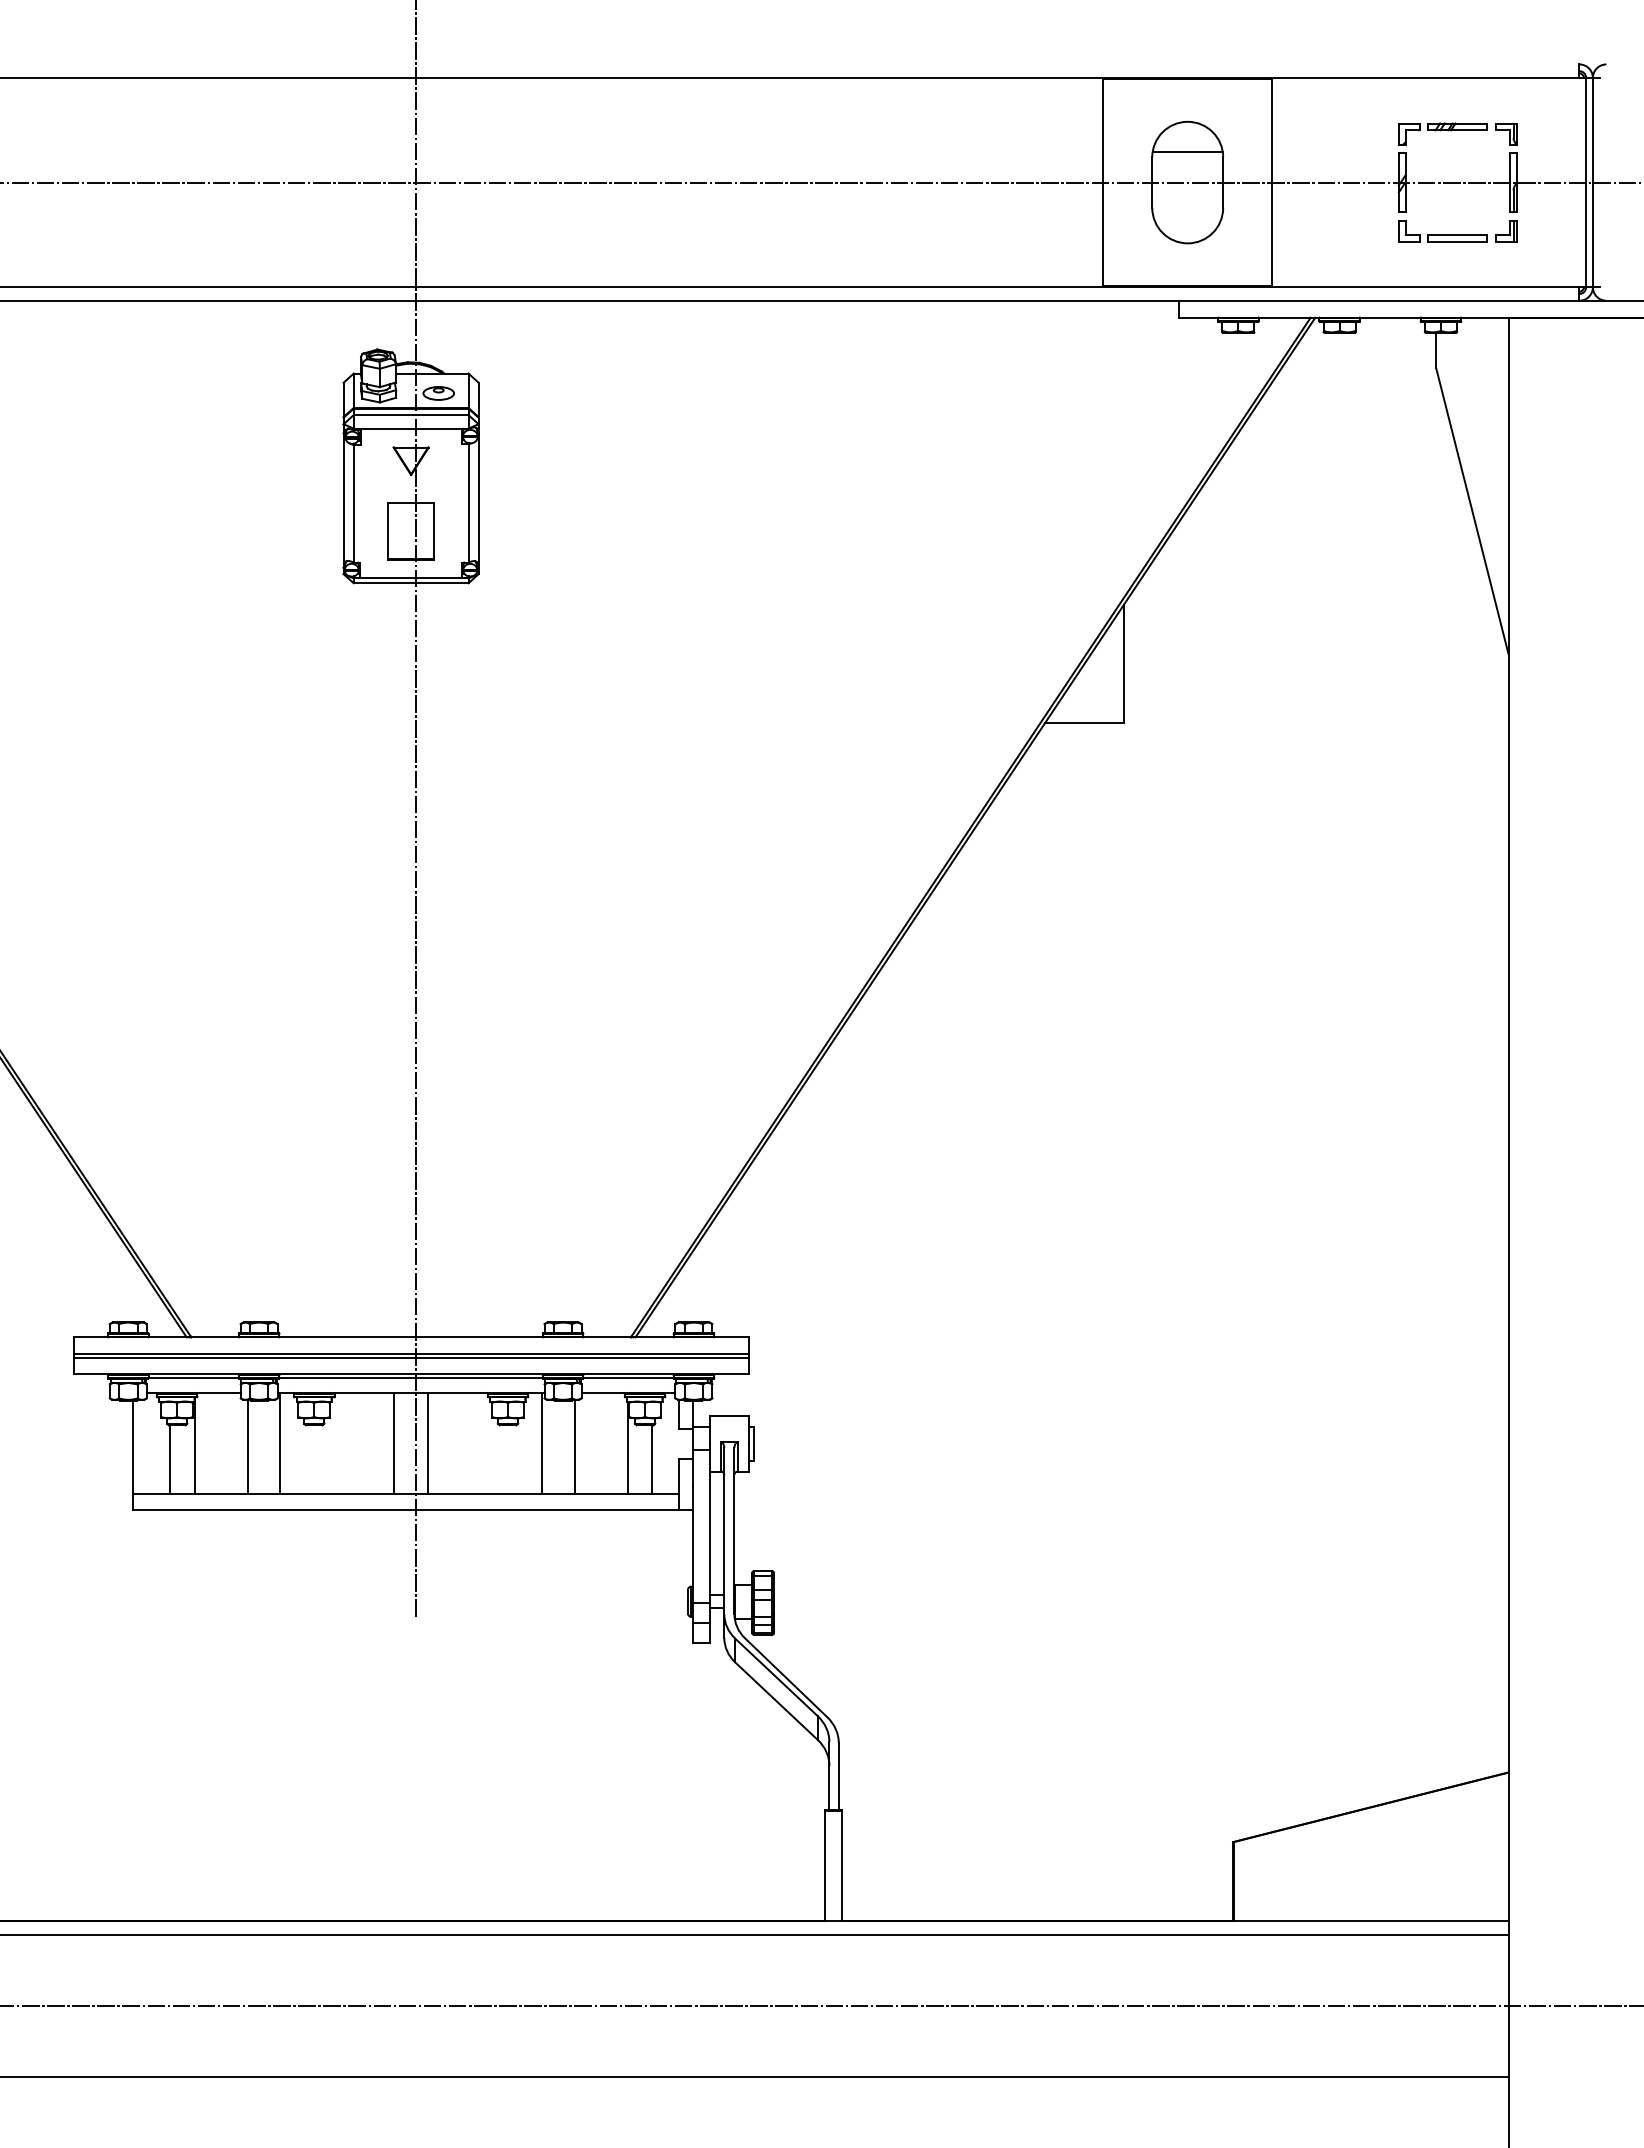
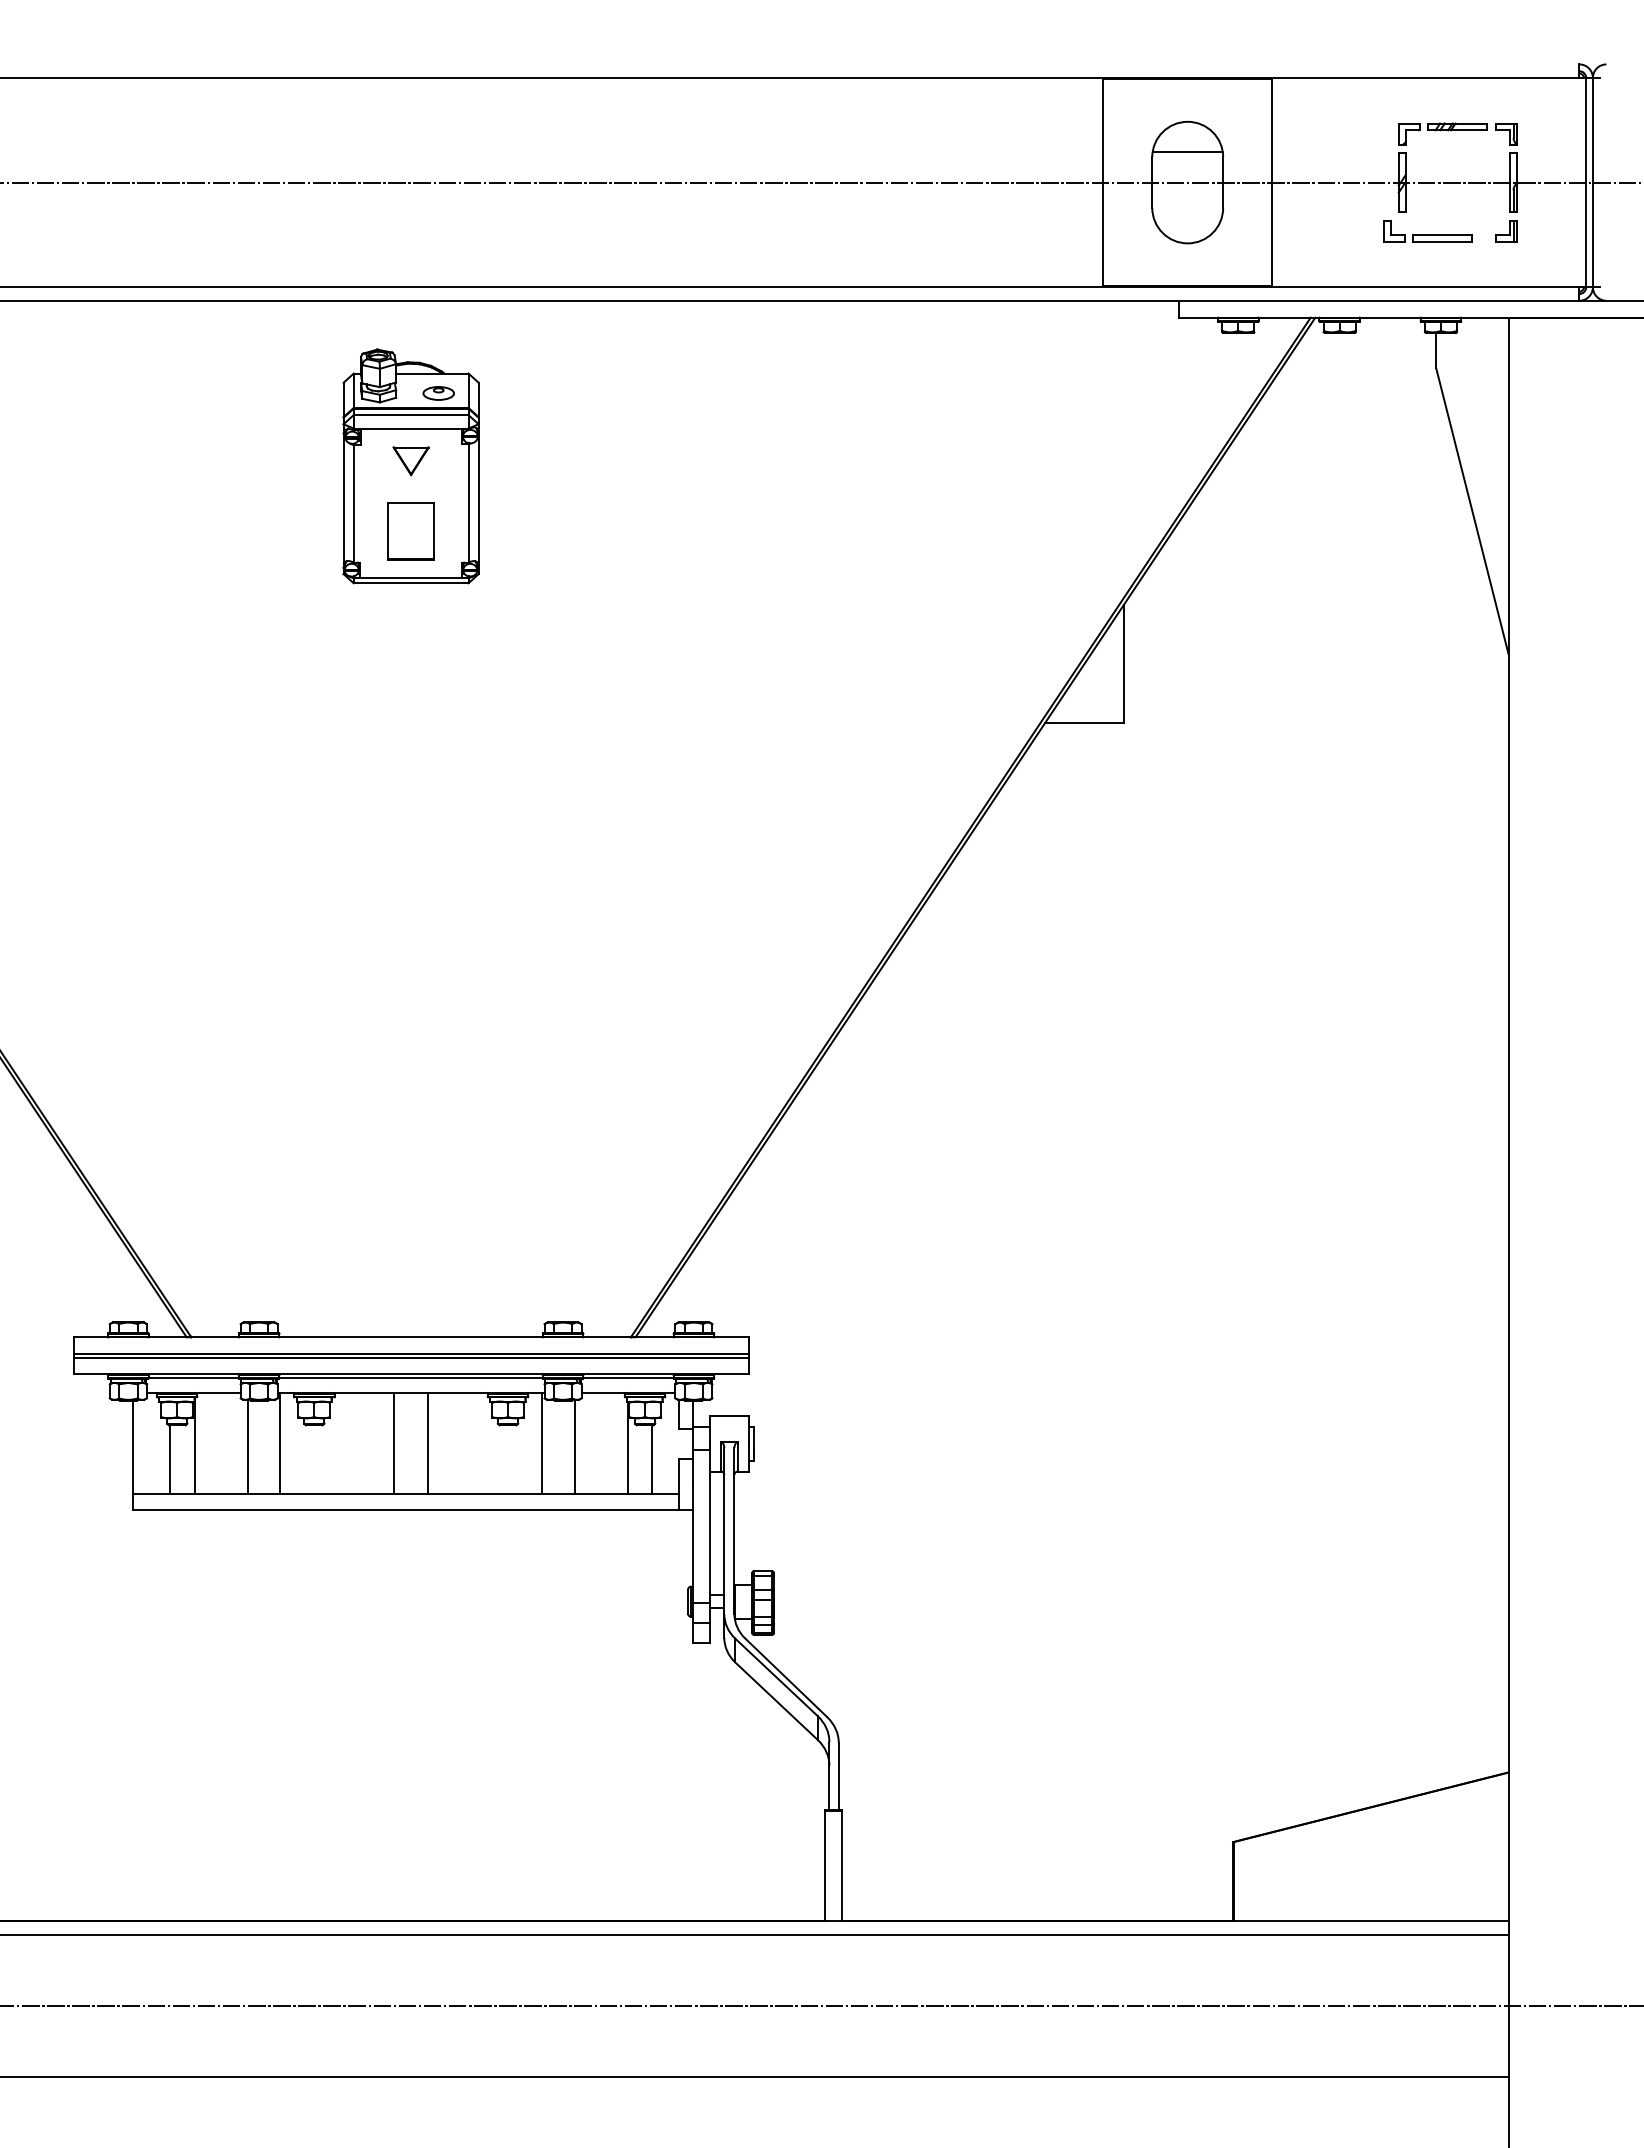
part at (1442, 231) position: (1442, 231) -> (1427, 231)
line at (416, 810): present -> none
